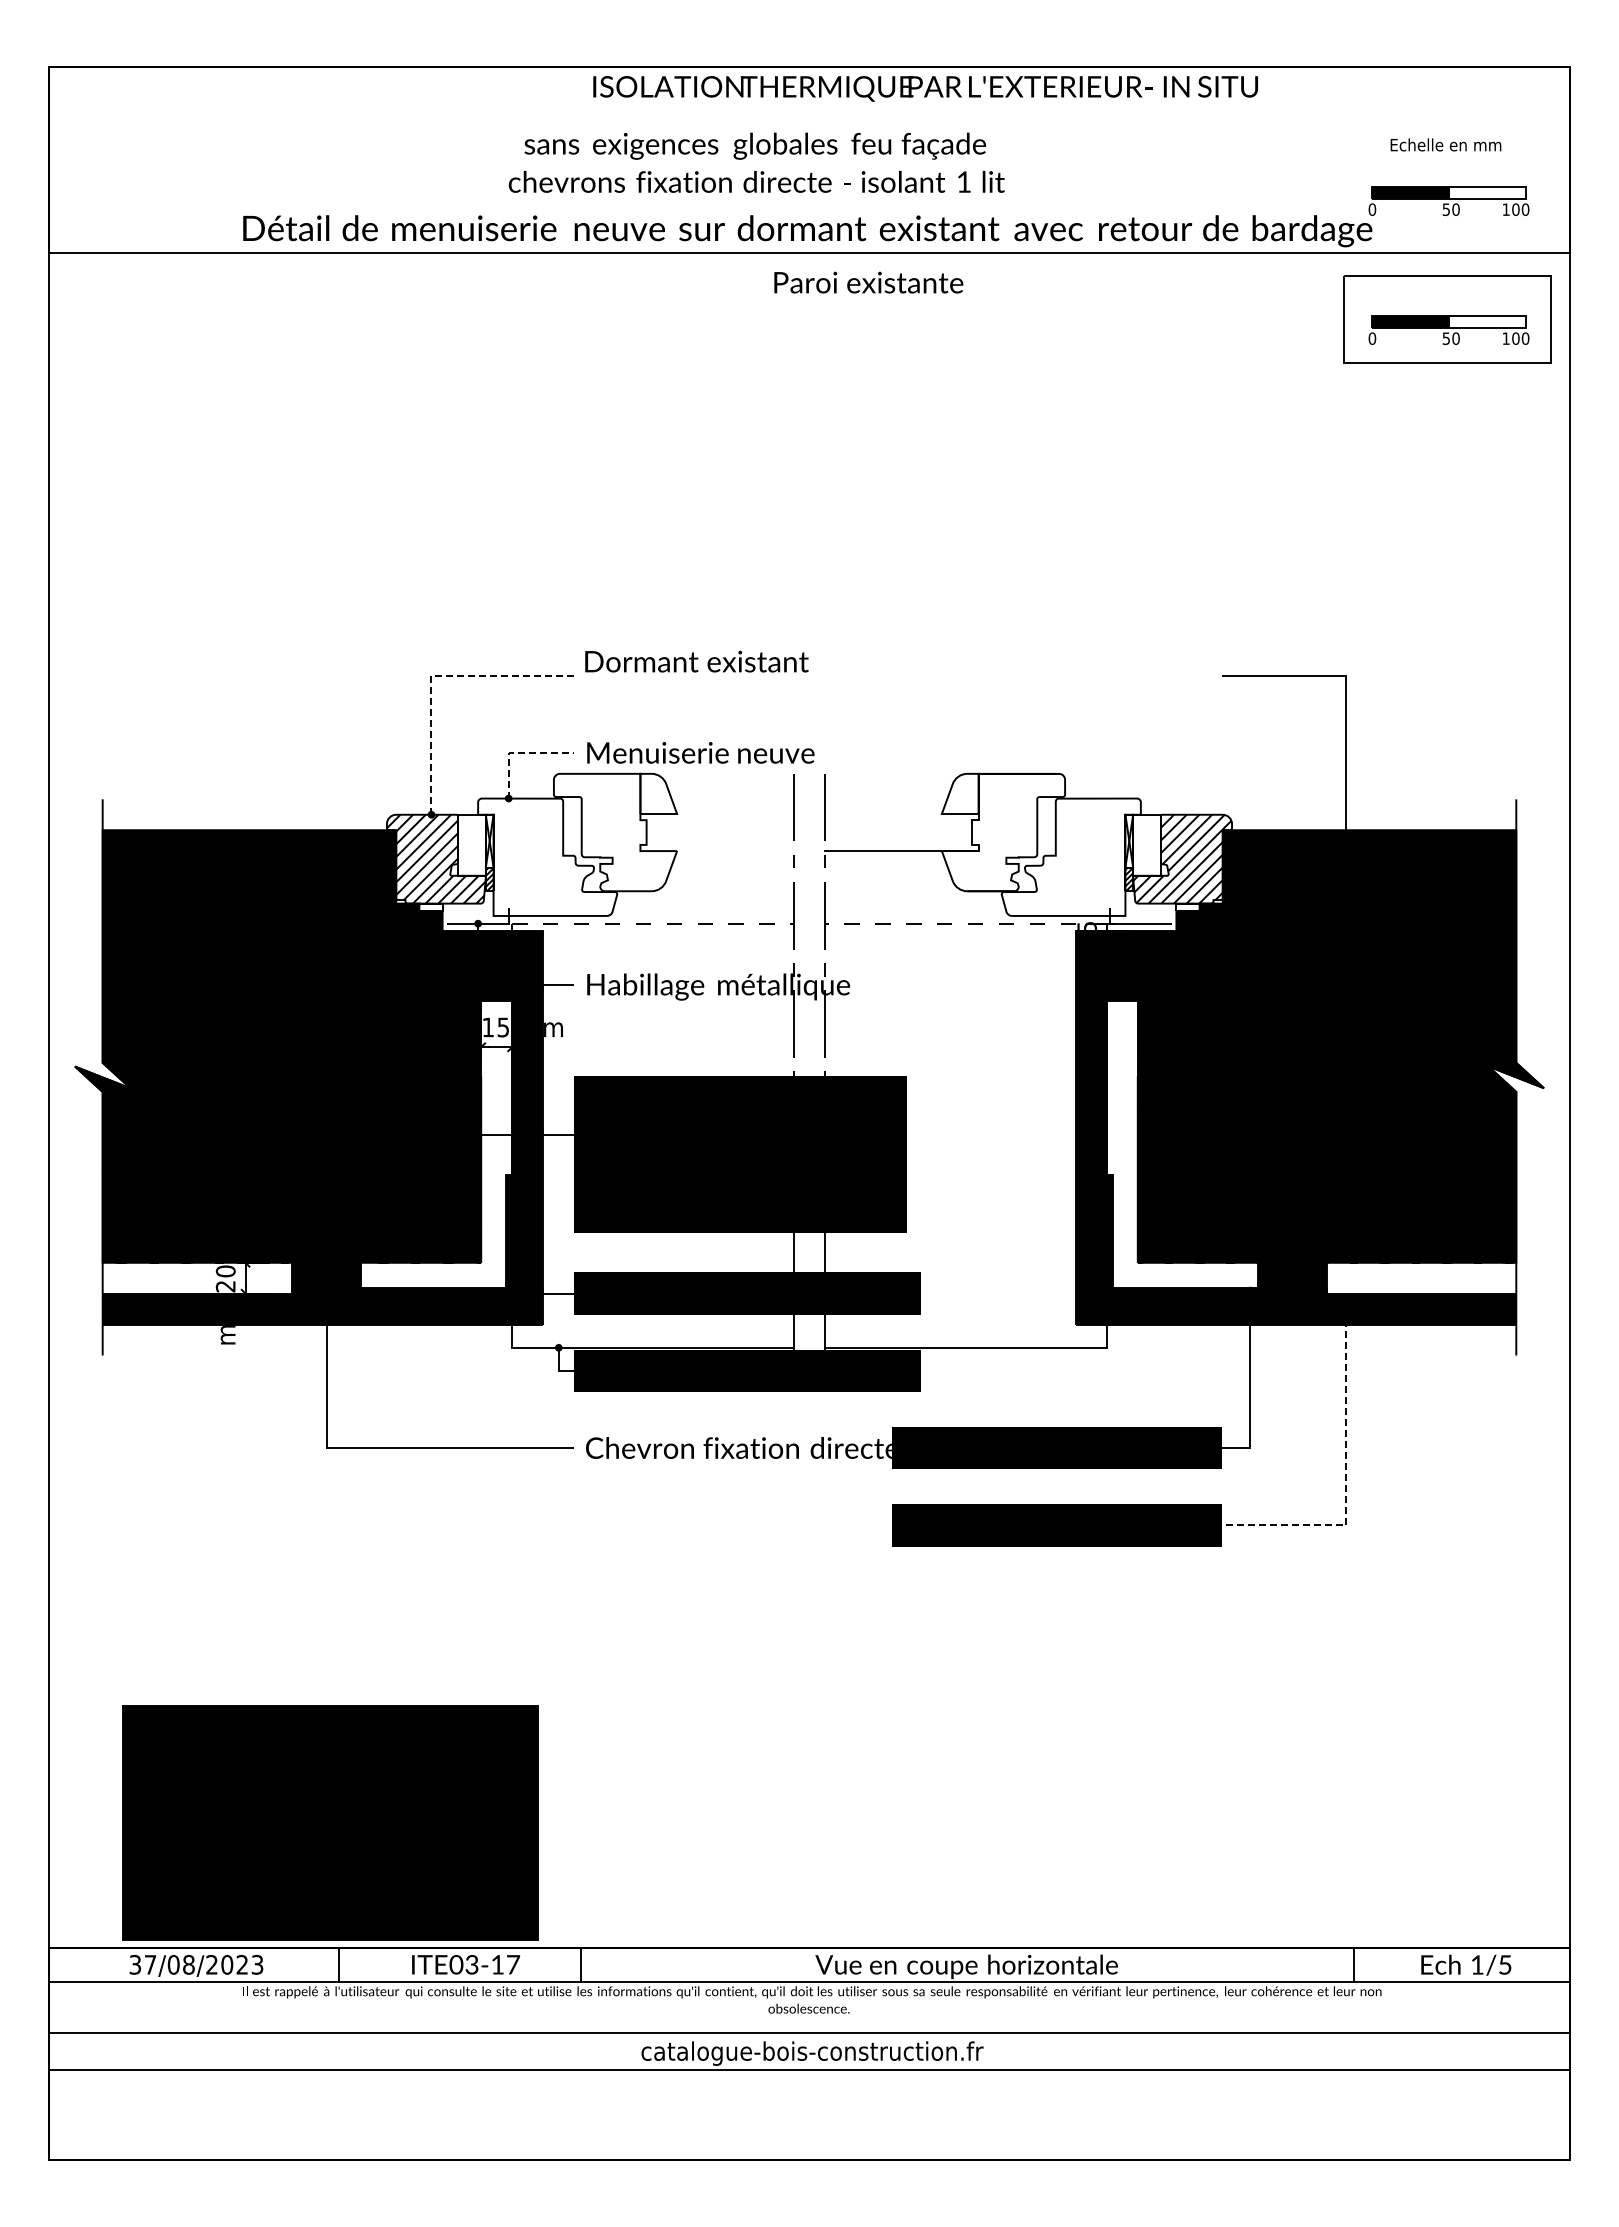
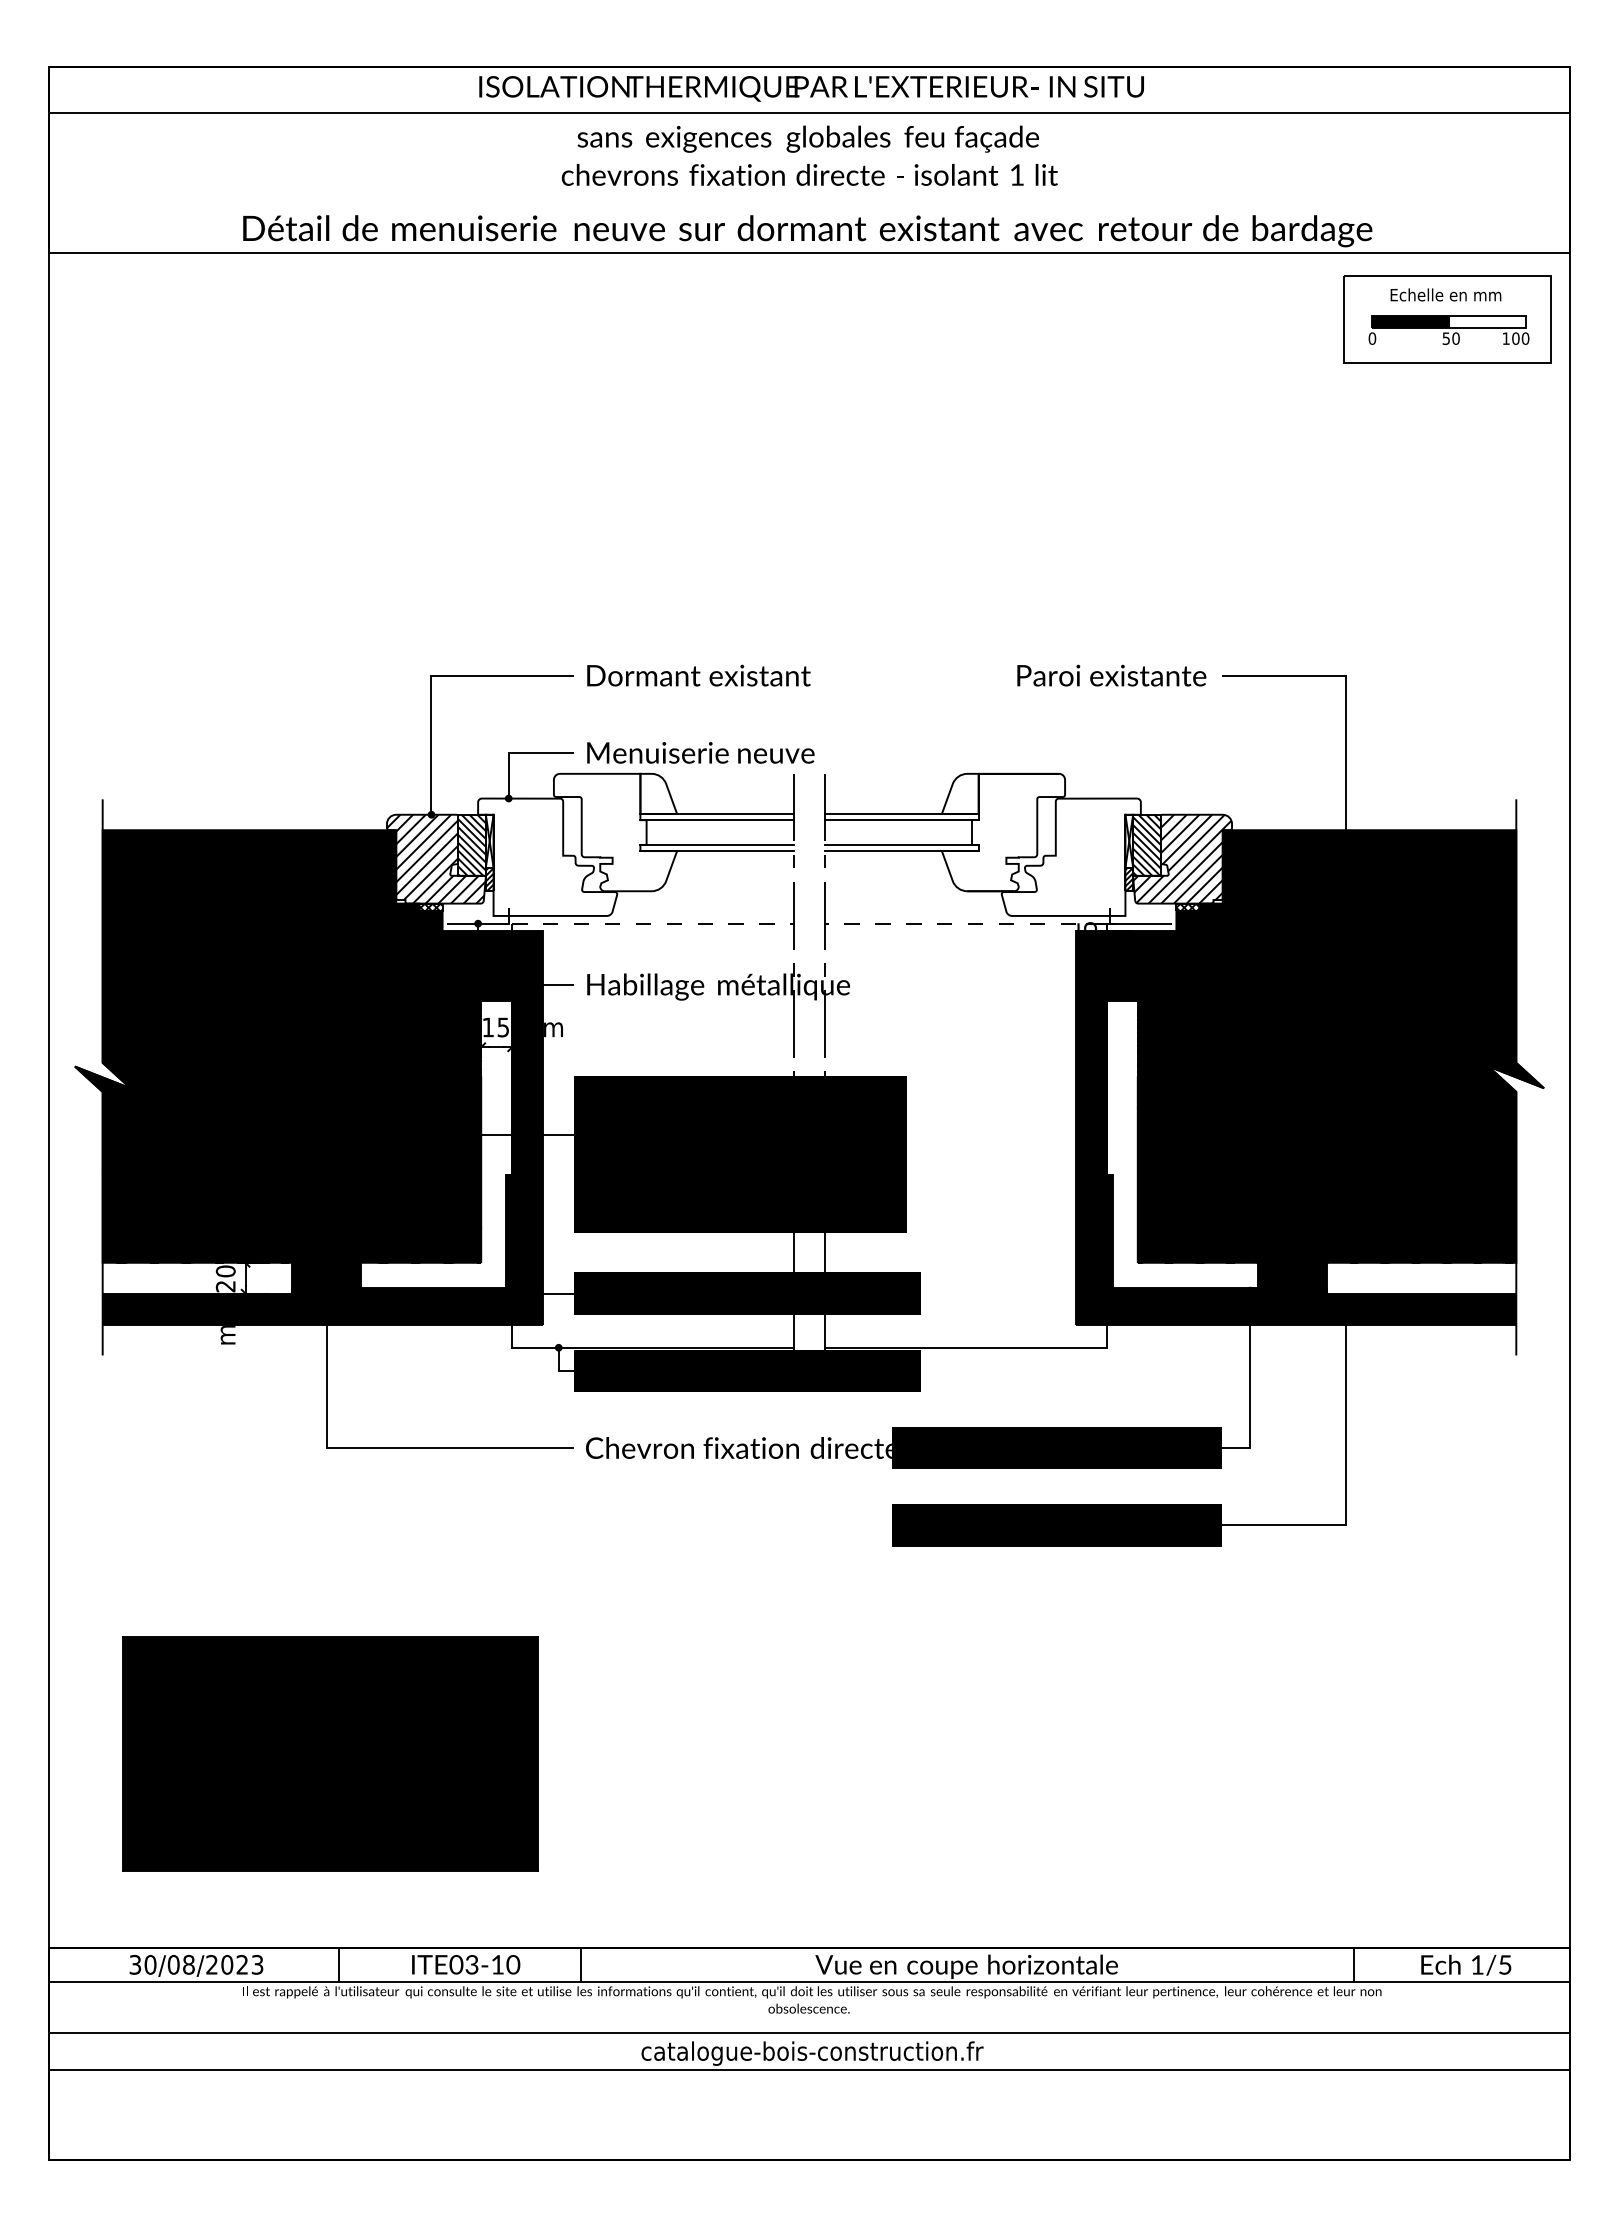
text at (925, 88) position: (925, 88) -> (811, 88)
line at (809, 113): none -> present
text at (1445, 144) position: (1445, 144) -> (1445, 294)
text at (756, 162) position: (756, 162) -> (809, 155)
part at (1448, 200): present -> none
text at (868, 282) position: (868, 282) -> (1111, 675)
text at (696, 661) position: (696, 661) -> (698, 675)
line at (432, 675): dashed -> solid
line at (518, 752): dashed -> solid
line at (717, 814): none -> present
line at (901, 814): none -> present
line at (717, 820): none -> present
line at (901, 820): none -> present
hatch at (471, 844): none -> present
line at (717, 844): none -> present
line at (901, 844): none -> present
hatch at (1146, 844): none -> present
line at (717, 851): none -> present
hatch at (430, 907): none -> present
hatch at (1187, 907): none -> present
line at (1346, 1480): dashed -> solid
part at (330, 1822) position: (330, 1822) -> (330, 1753)
text at (150, 1964): 37/08/2023 -> 30/08/2023
text at (513, 1964): \c16711848;ITE03-17 -> \c16711848;ITE03-10
